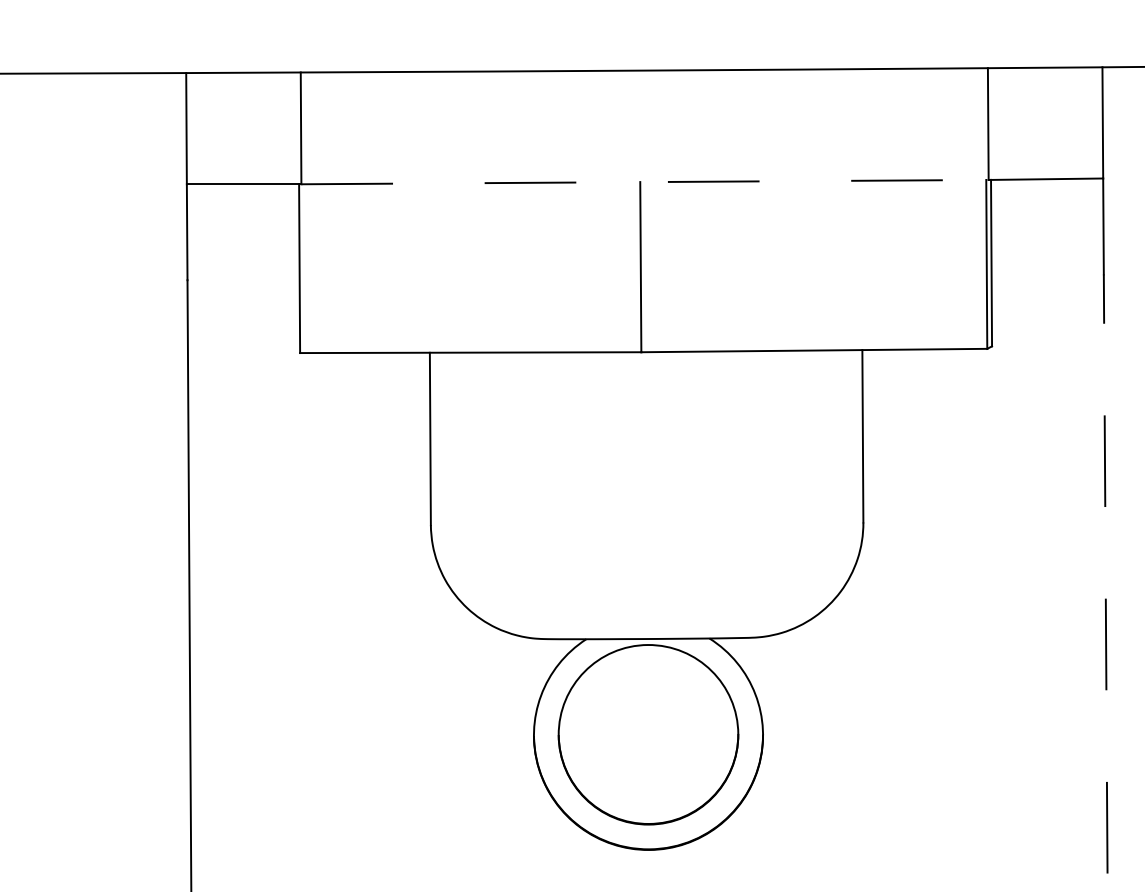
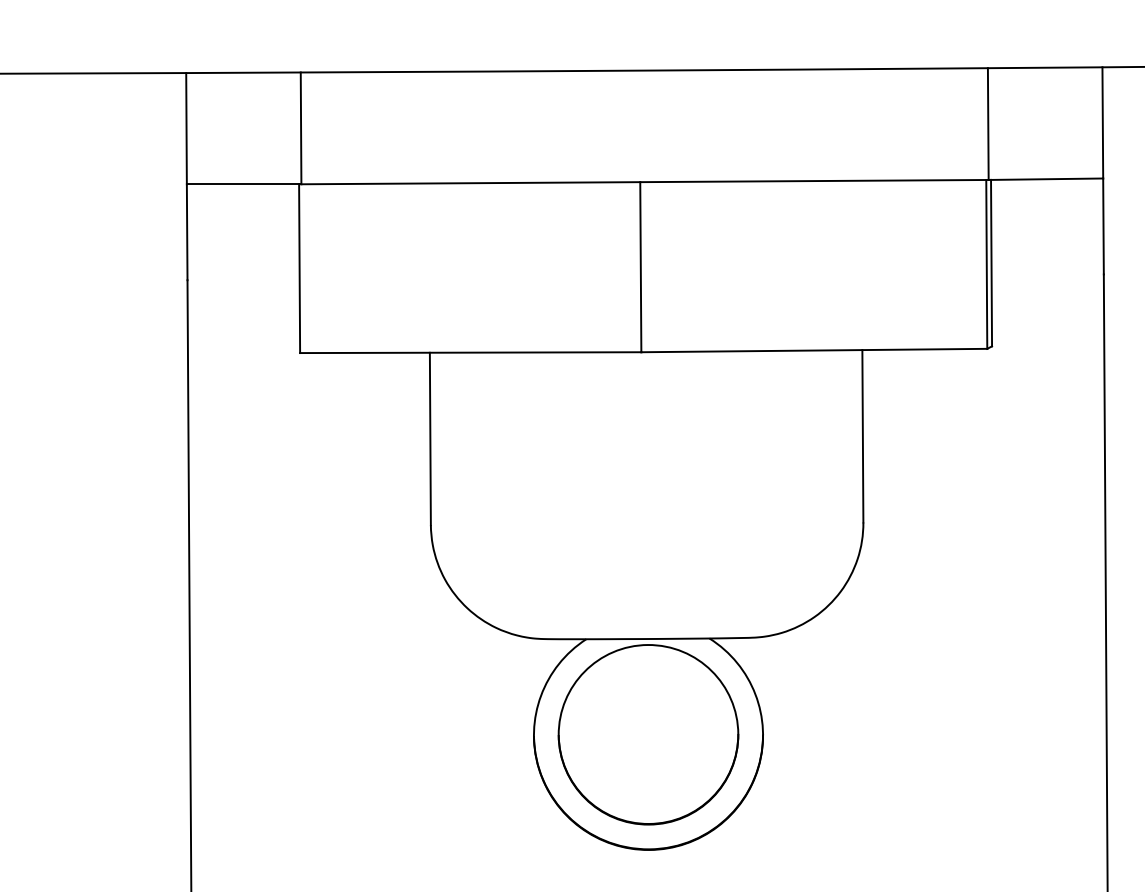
line at (645, 182): dashed -> solid
line at (1105, 582): dashed -> solid
